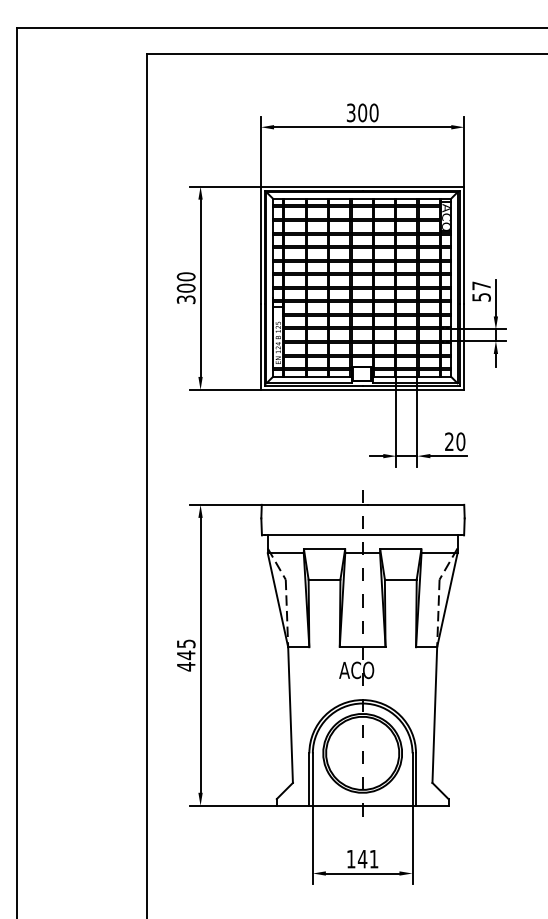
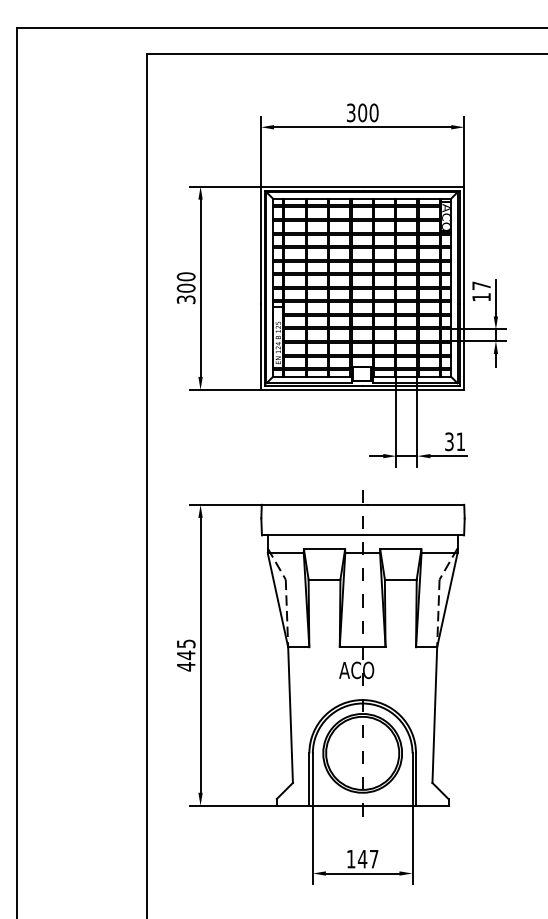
text at (481, 297): 57 -> 17
text at (455, 441): 20 -> 31
text at (374, 859): 141 -> 147
